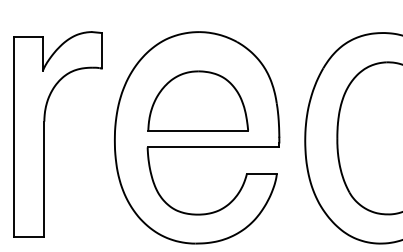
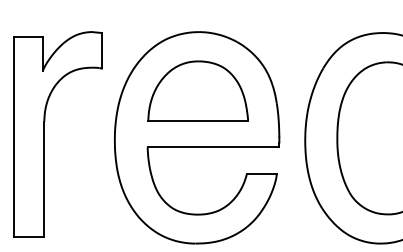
part at (197, 100) position: (197, 100) -> (197, 90)
